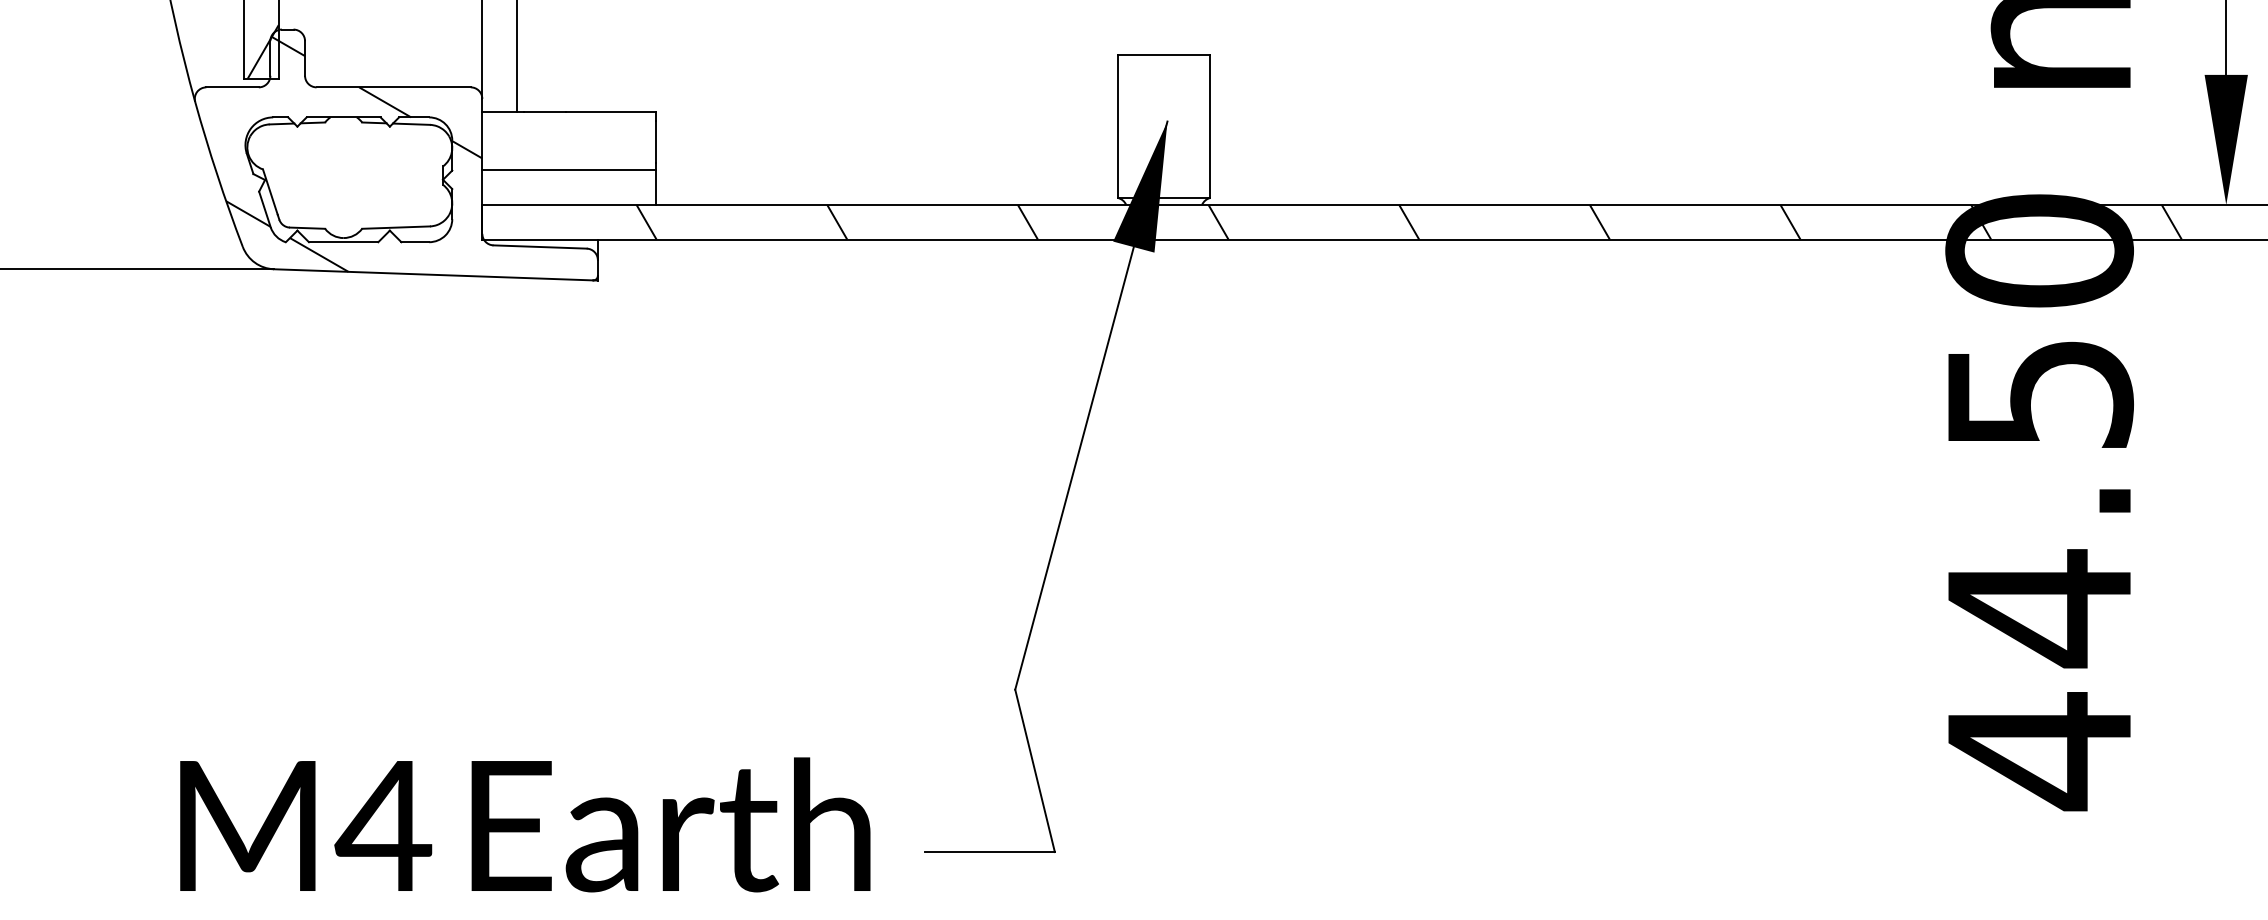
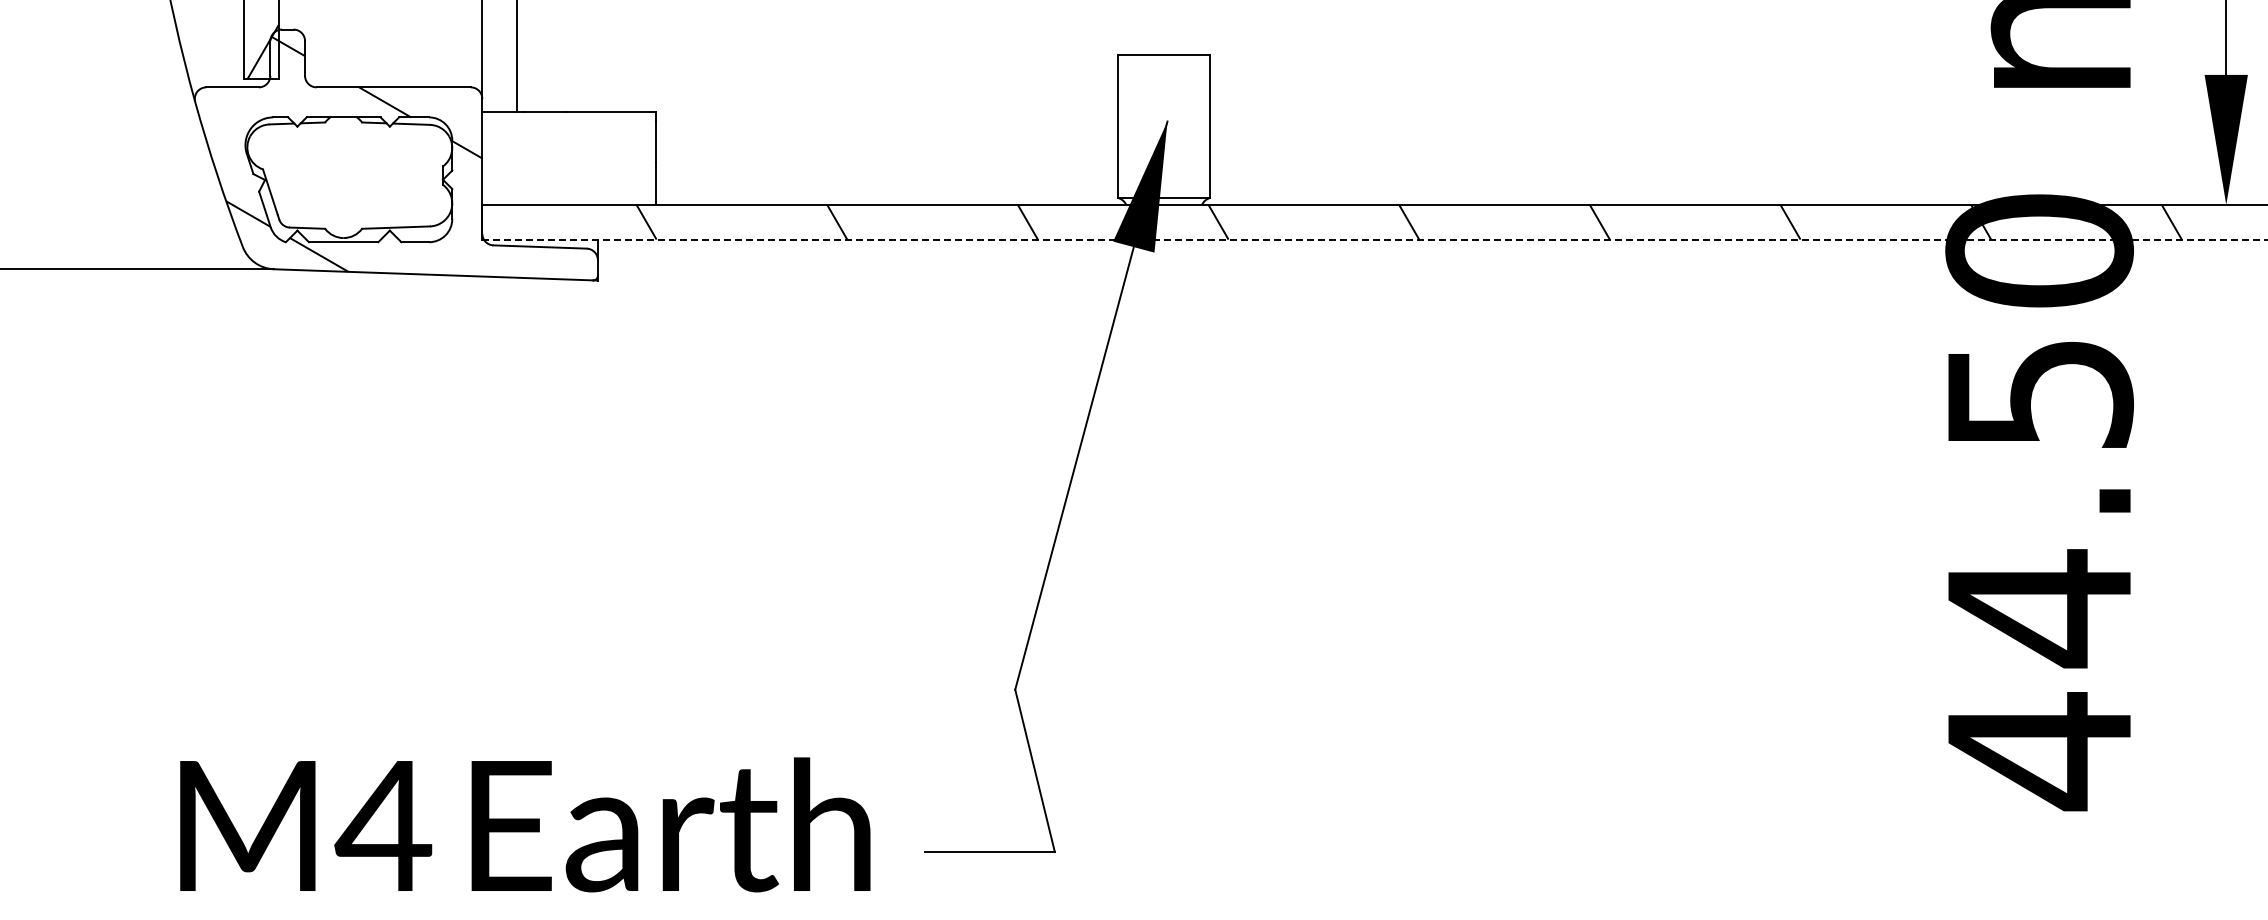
line at (568, 170): present -> none
line at (1375, 239): solid -> dashed
